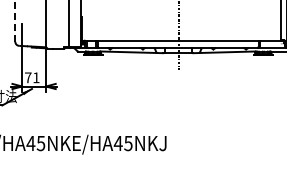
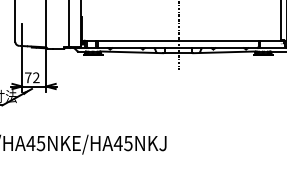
line at (15, 21): dashed -> solid
text at (36, 77): 71 -> 72
